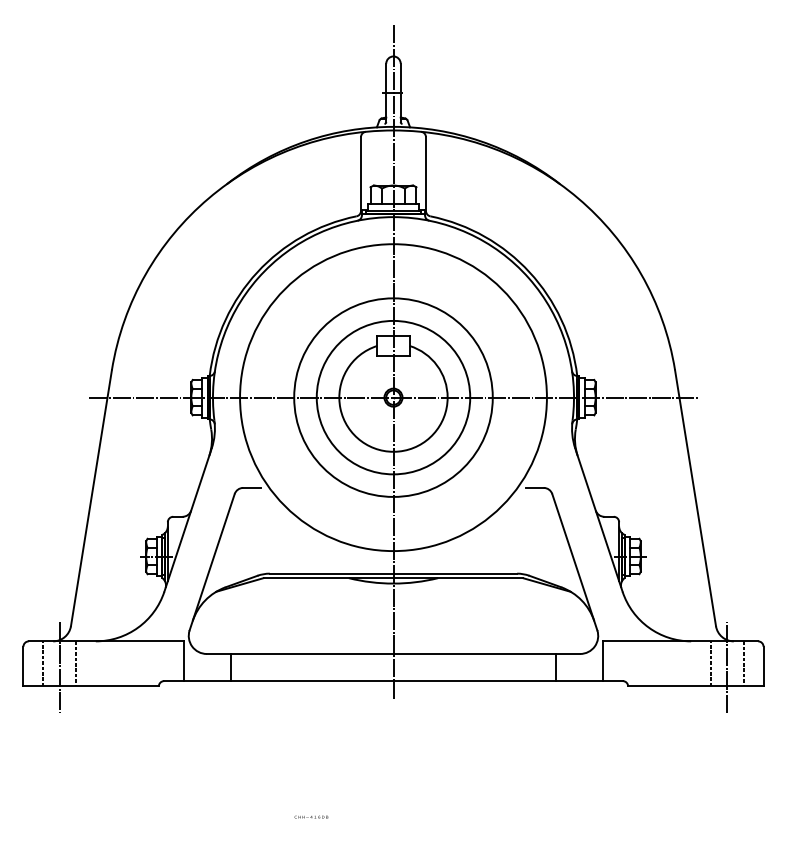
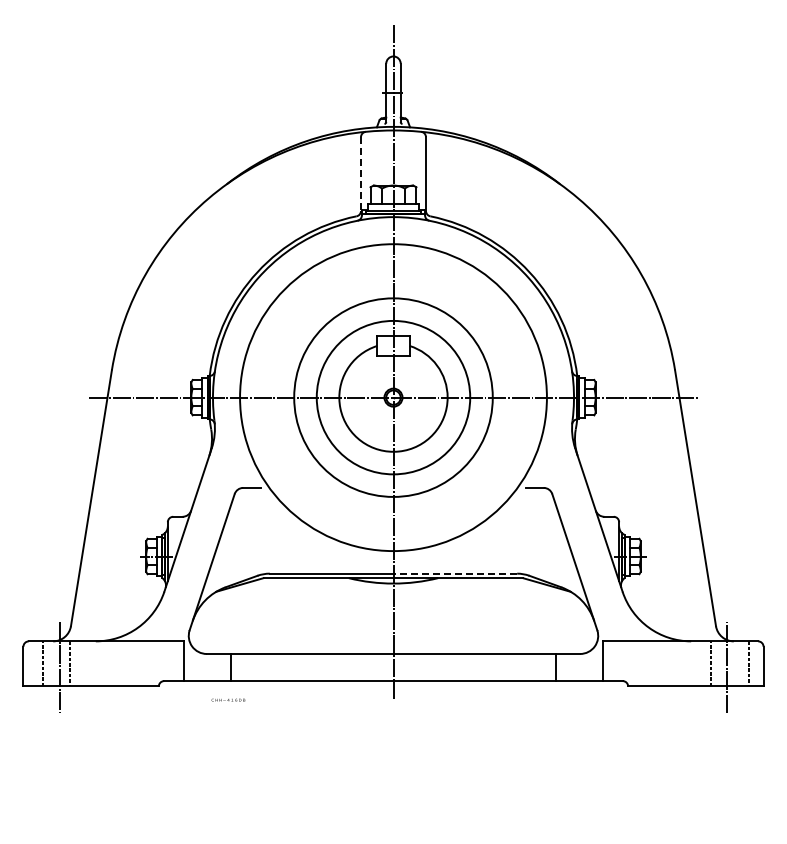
line at (361, 174): solid -> dashed
line at (455, 573): solid -> dashed
line at (75, 663) position: (75, 663) -> (69, 663)
line at (743, 663) position: (743, 663) -> (748, 663)
text at (311, 816) position: (311, 816) -> (228, 699)
